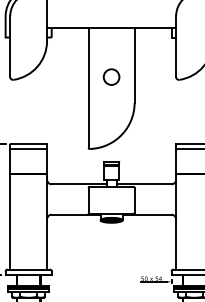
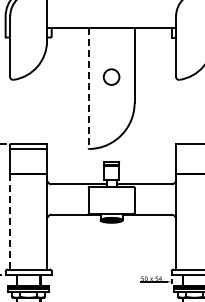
line at (88, 88): solid -> dashed
line at (188, 148): present -> none
line at (10, 221): solid -> dashed
